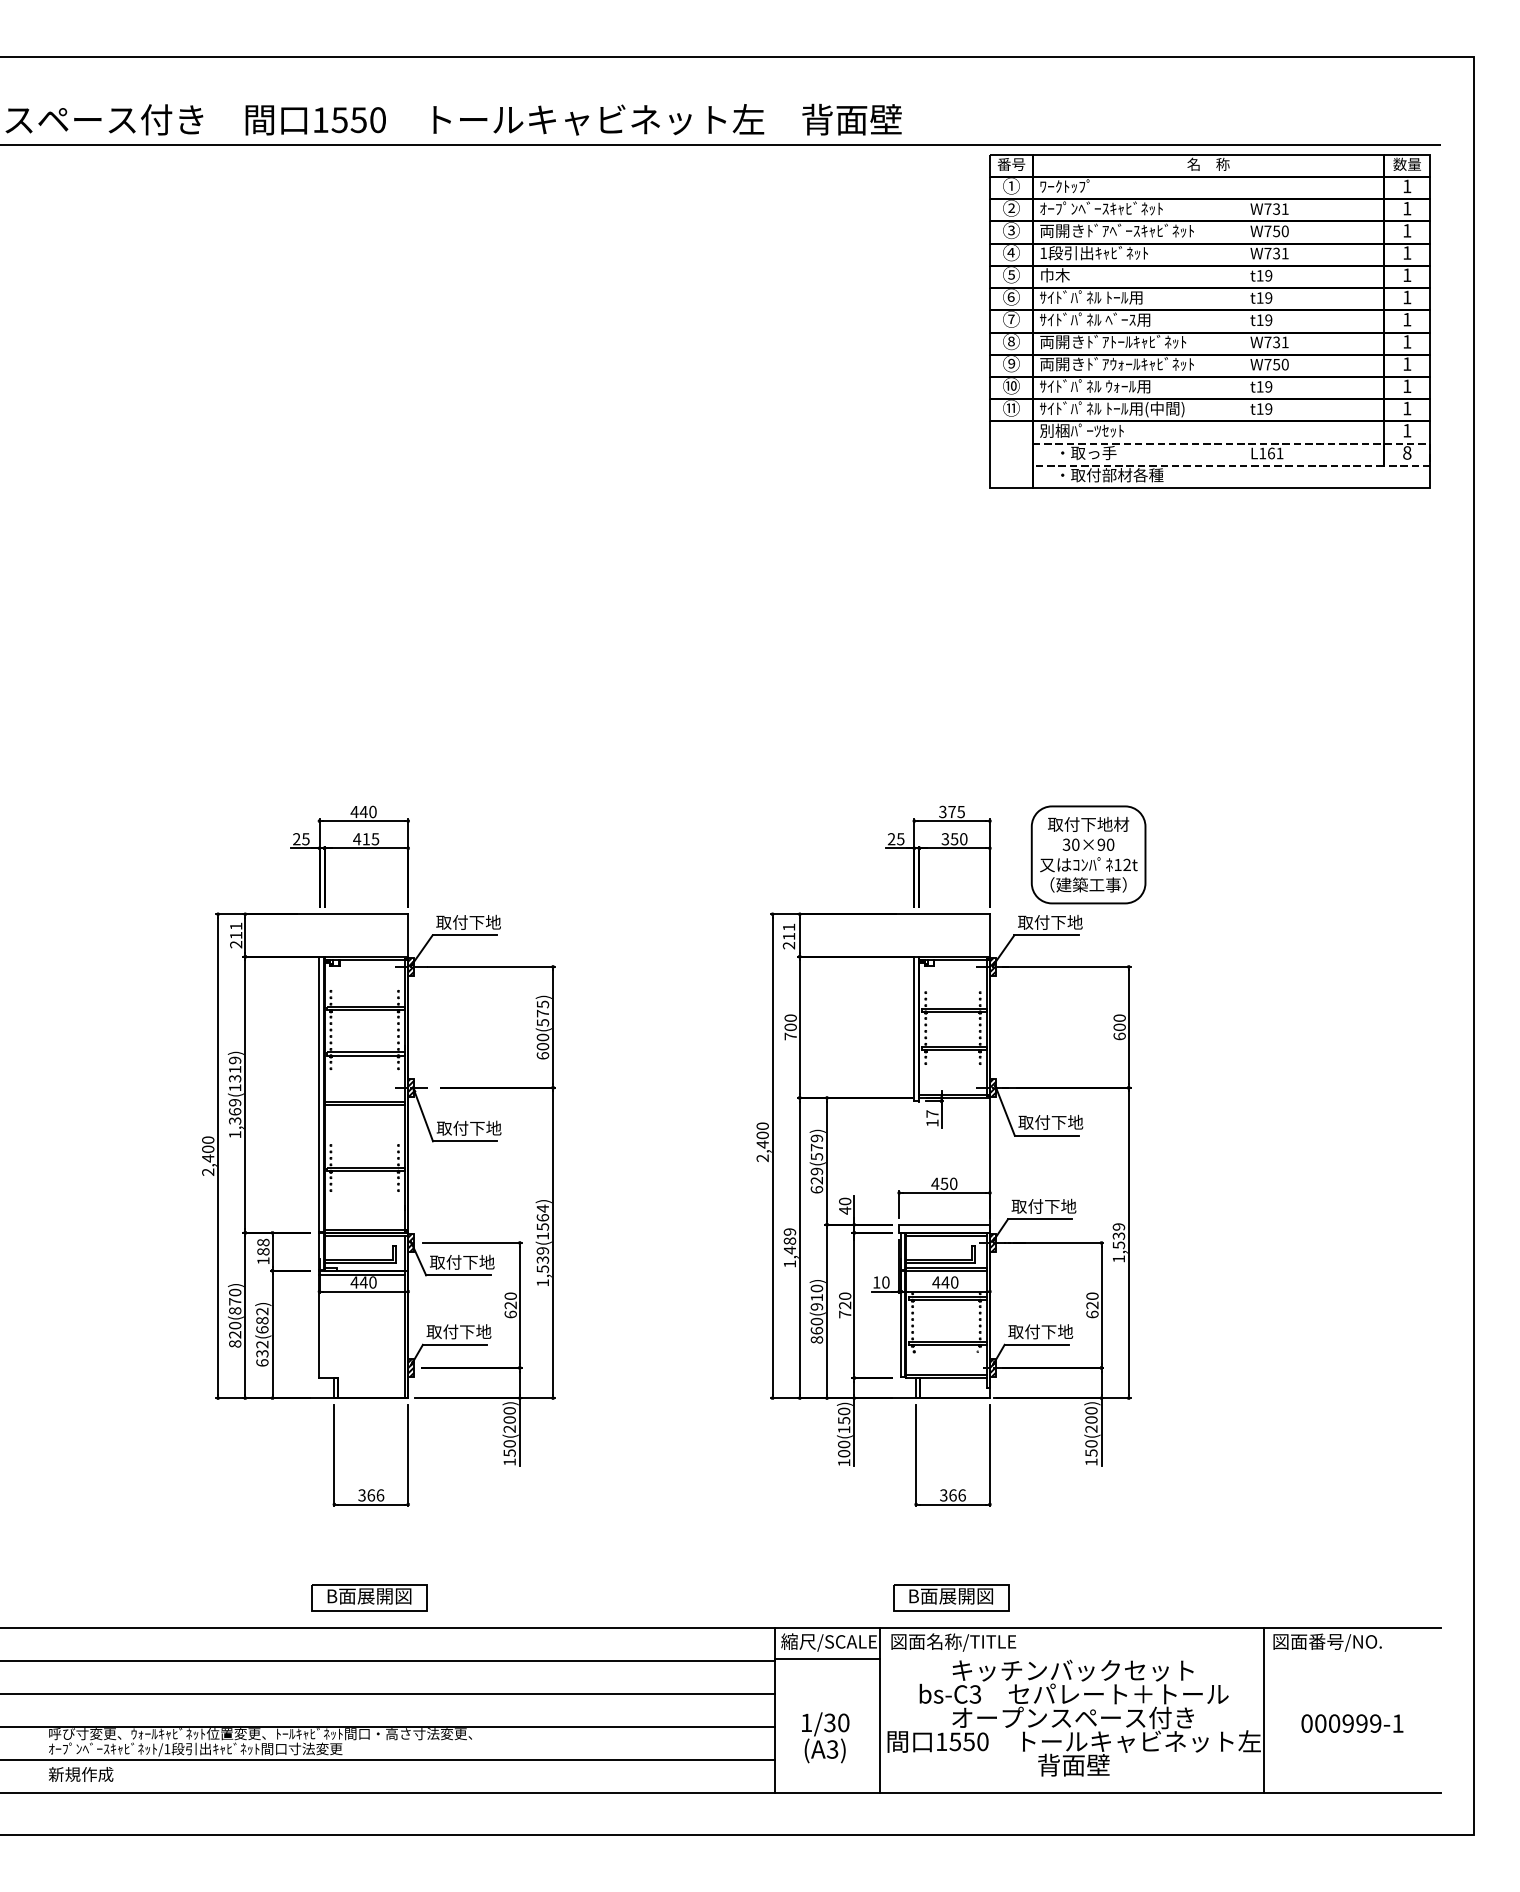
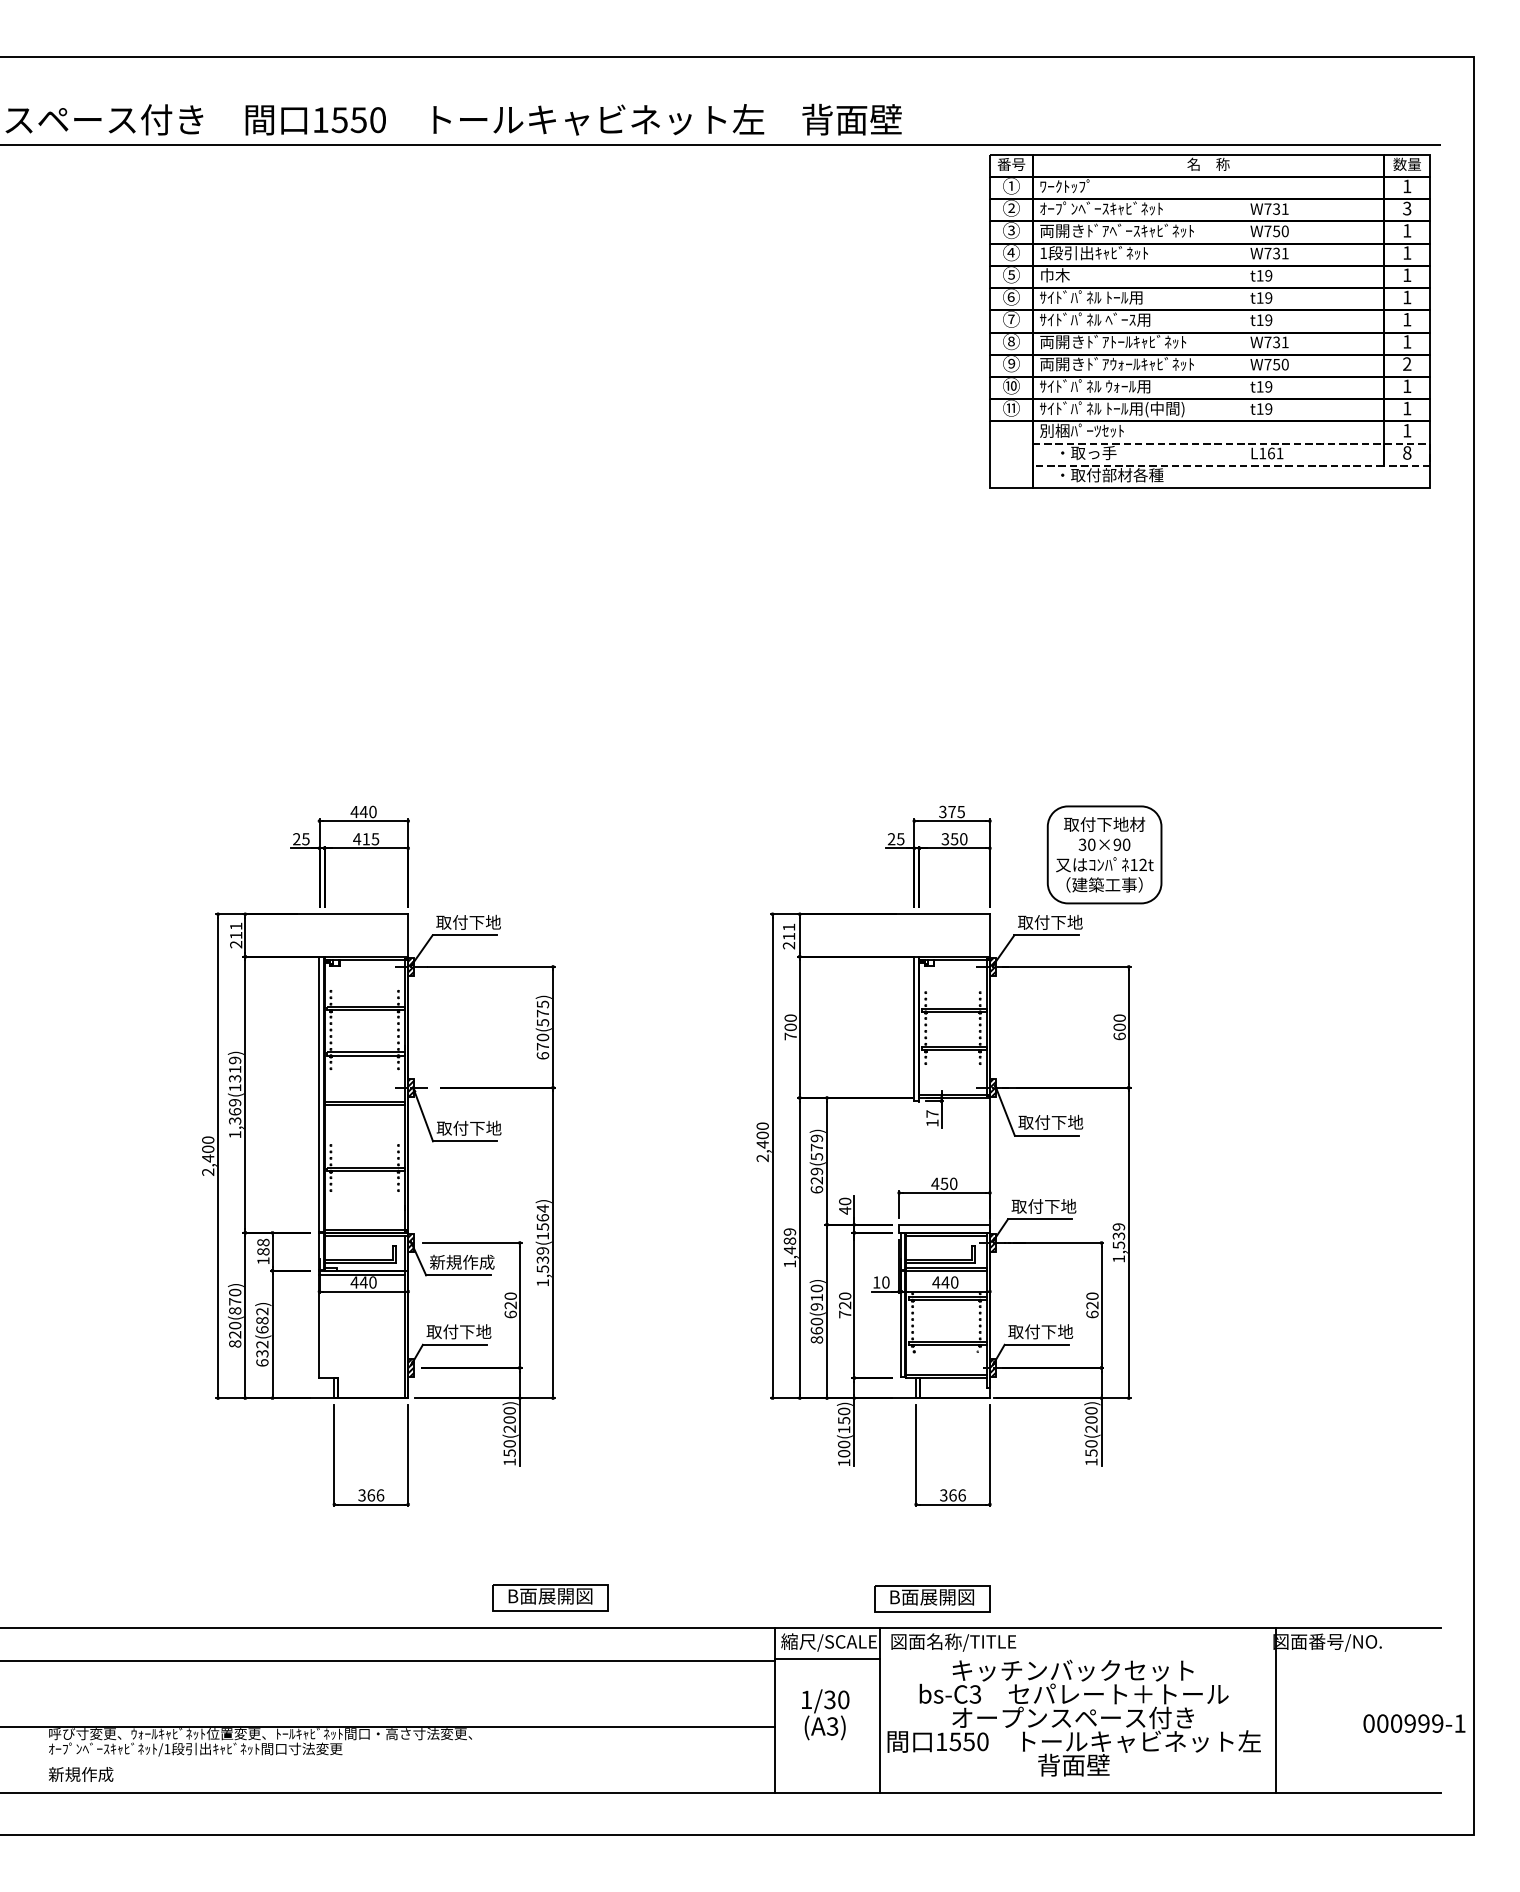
text at (1407, 208): 1 -> 3
text at (1407, 363): 1 -> 2
part at (1088, 854) position: (1088, 854) -> (1104, 854)
text at (542, 1046): 600(575) -> 670(575)
text at (462, 1261): 取付下地 -> 新規作成
part at (369, 1597) position: (369, 1597) -> (550, 1597)
part at (951, 1597) position: (951, 1597) -> (932, 1598)
line at (388, 1693): present -> none
line at (1263, 1710) position: (1263, 1710) -> (1275, 1710)
text at (1352, 1723) position: (1352, 1723) -> (1414, 1723)
text at (825, 1737) position: (825, 1737) -> (825, 1714)
line at (388, 1759): present -> none
